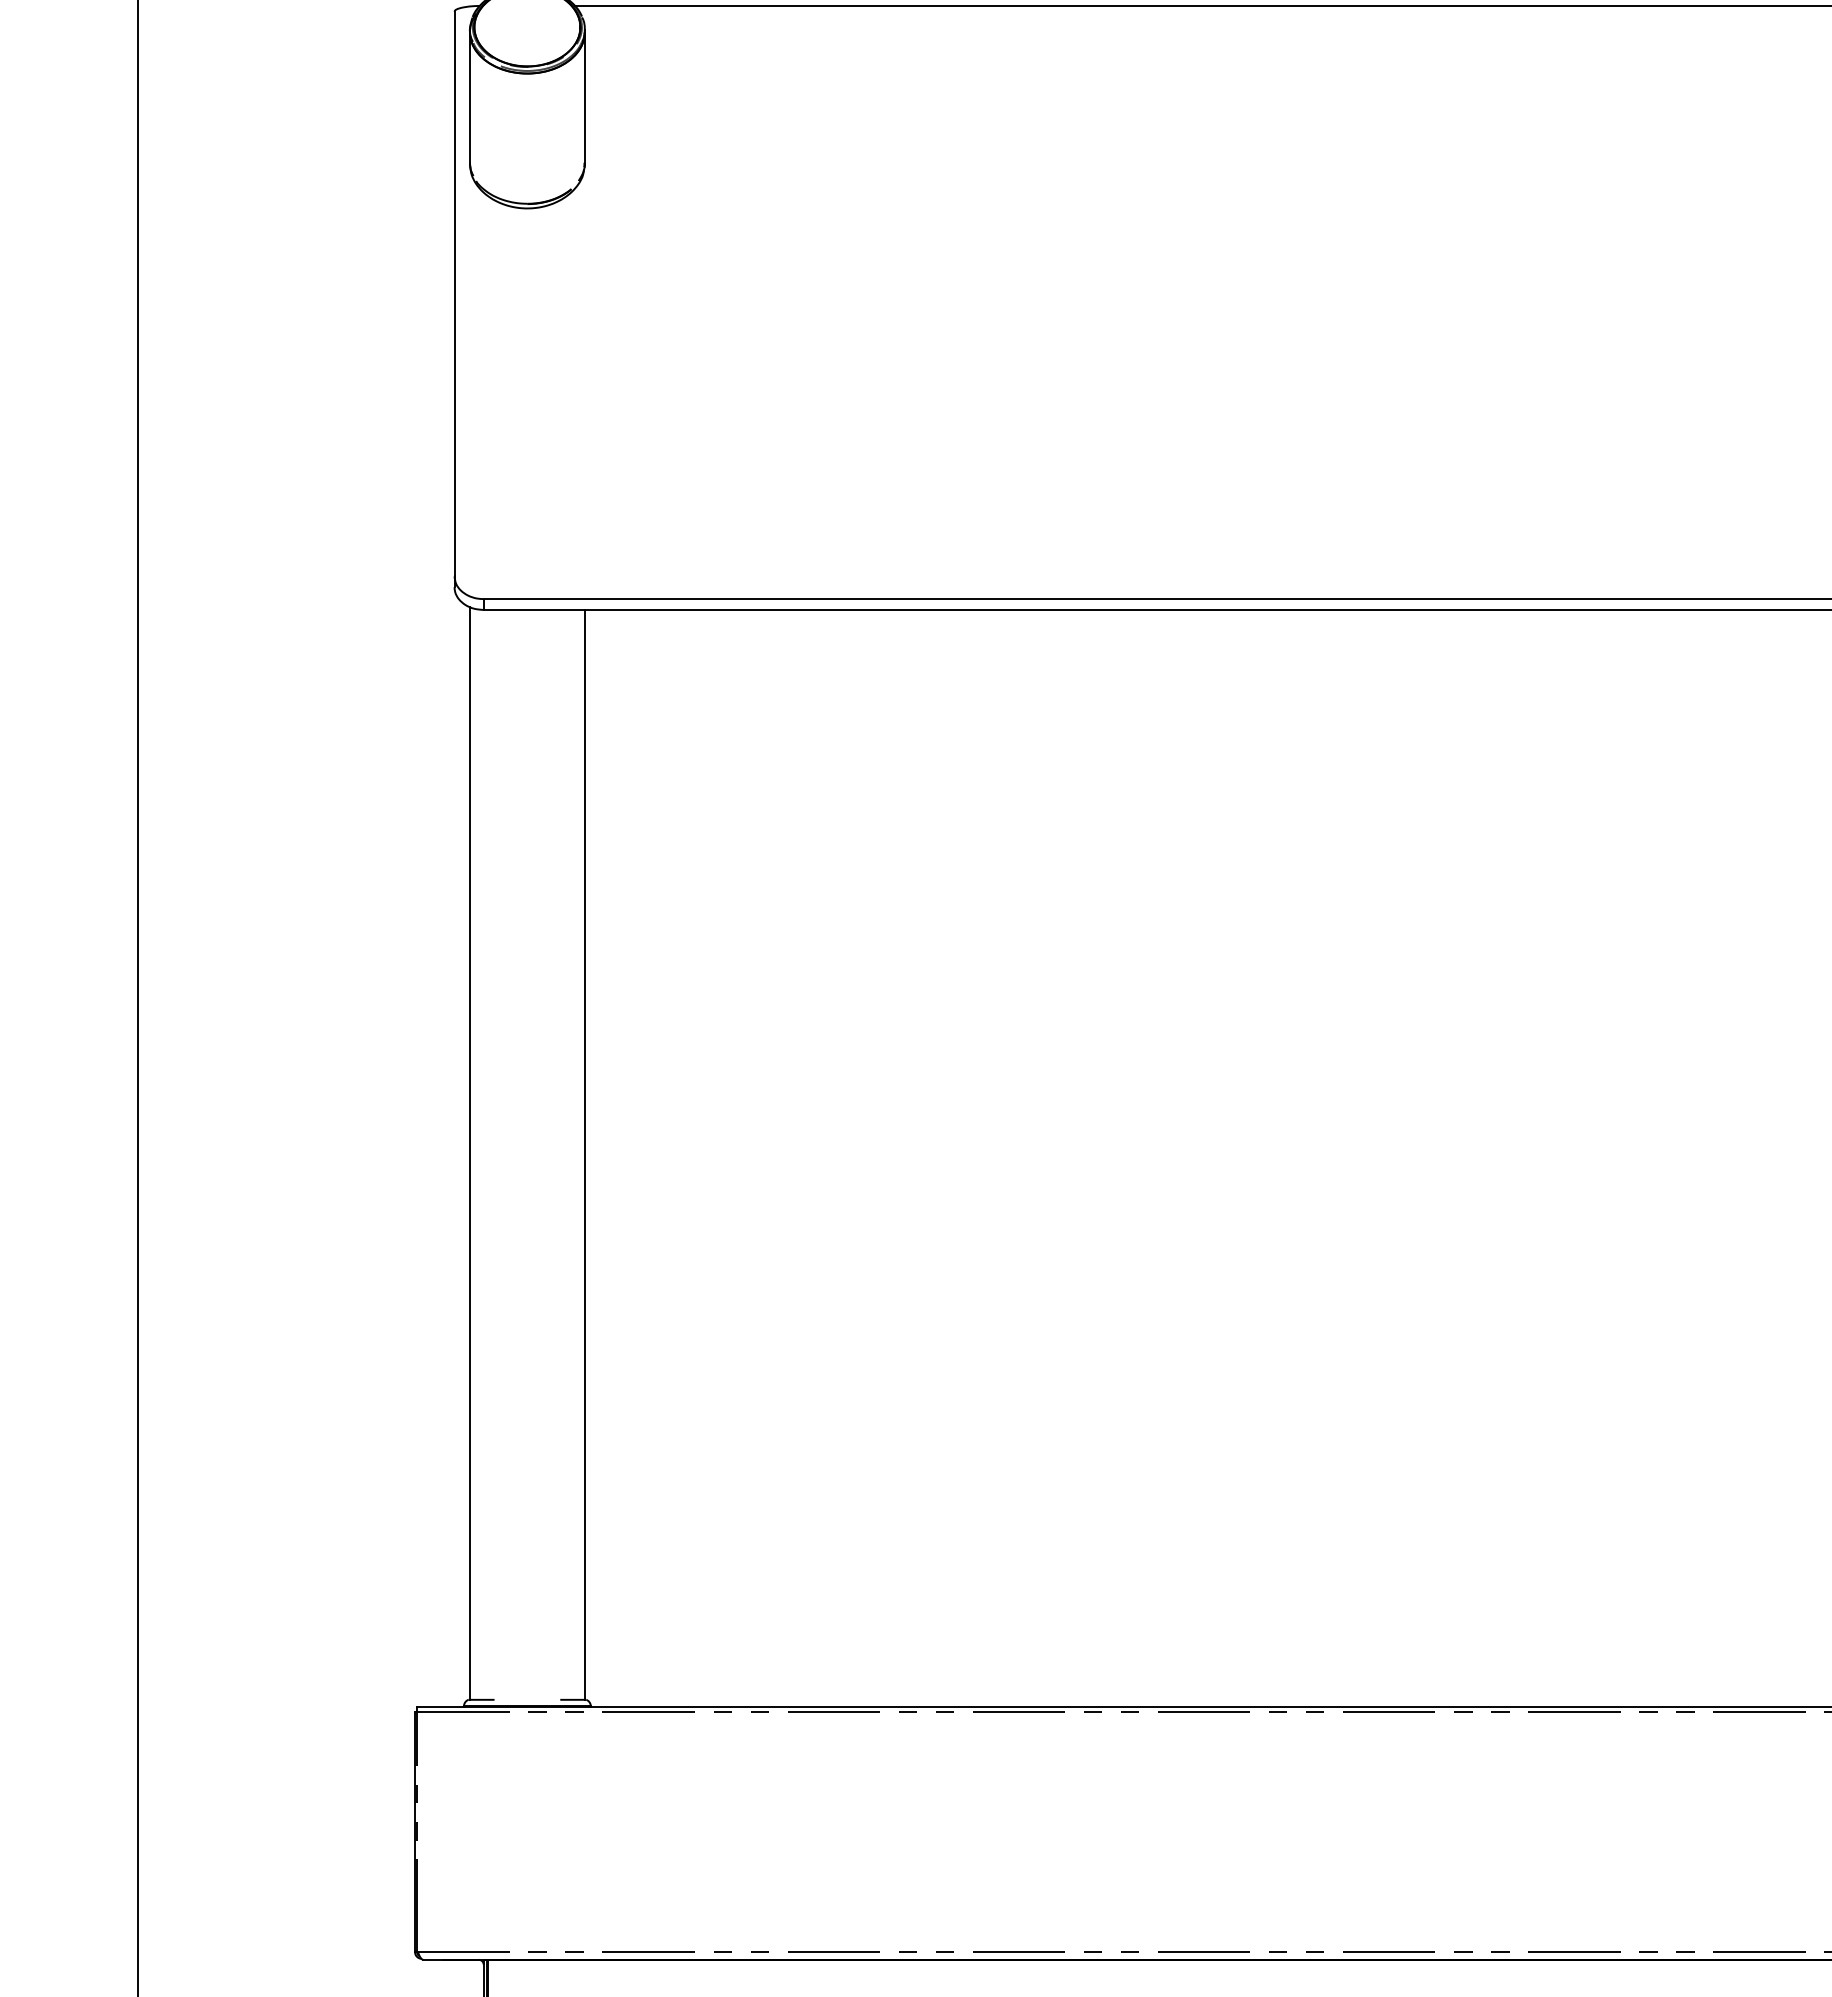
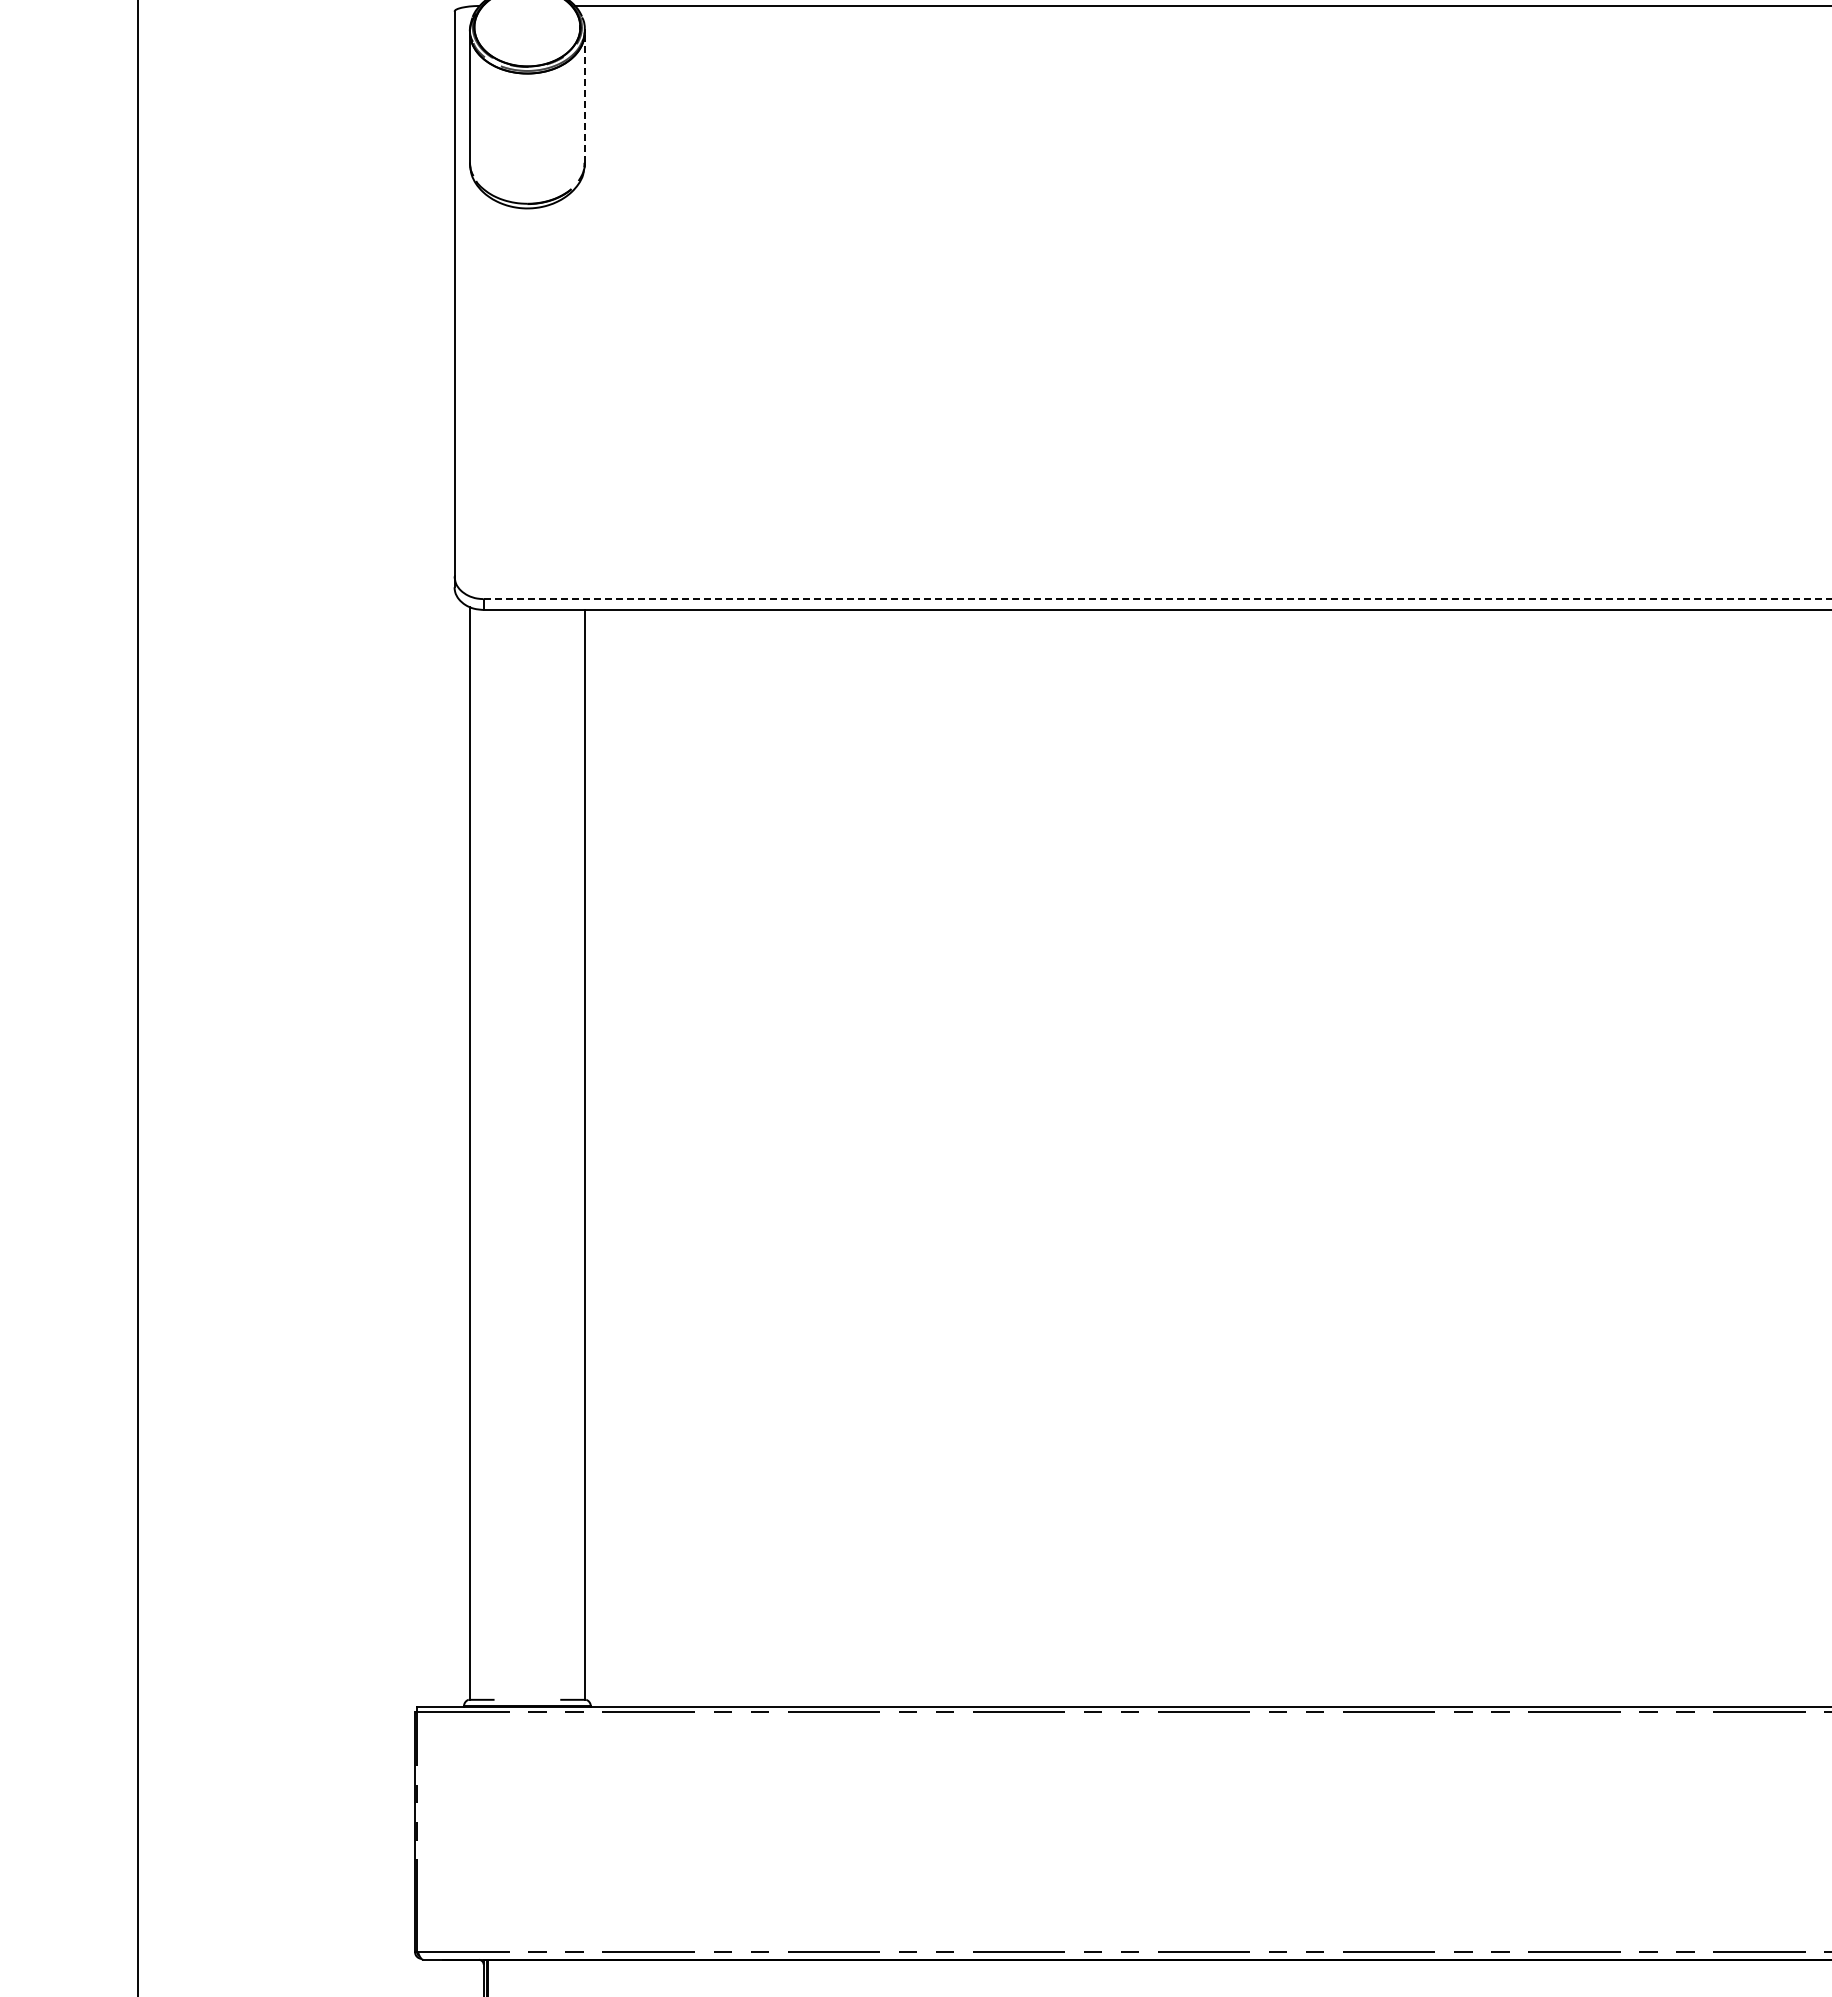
line at (584, 97): solid -> dashed
line at (1157, 599): solid -> dashed
